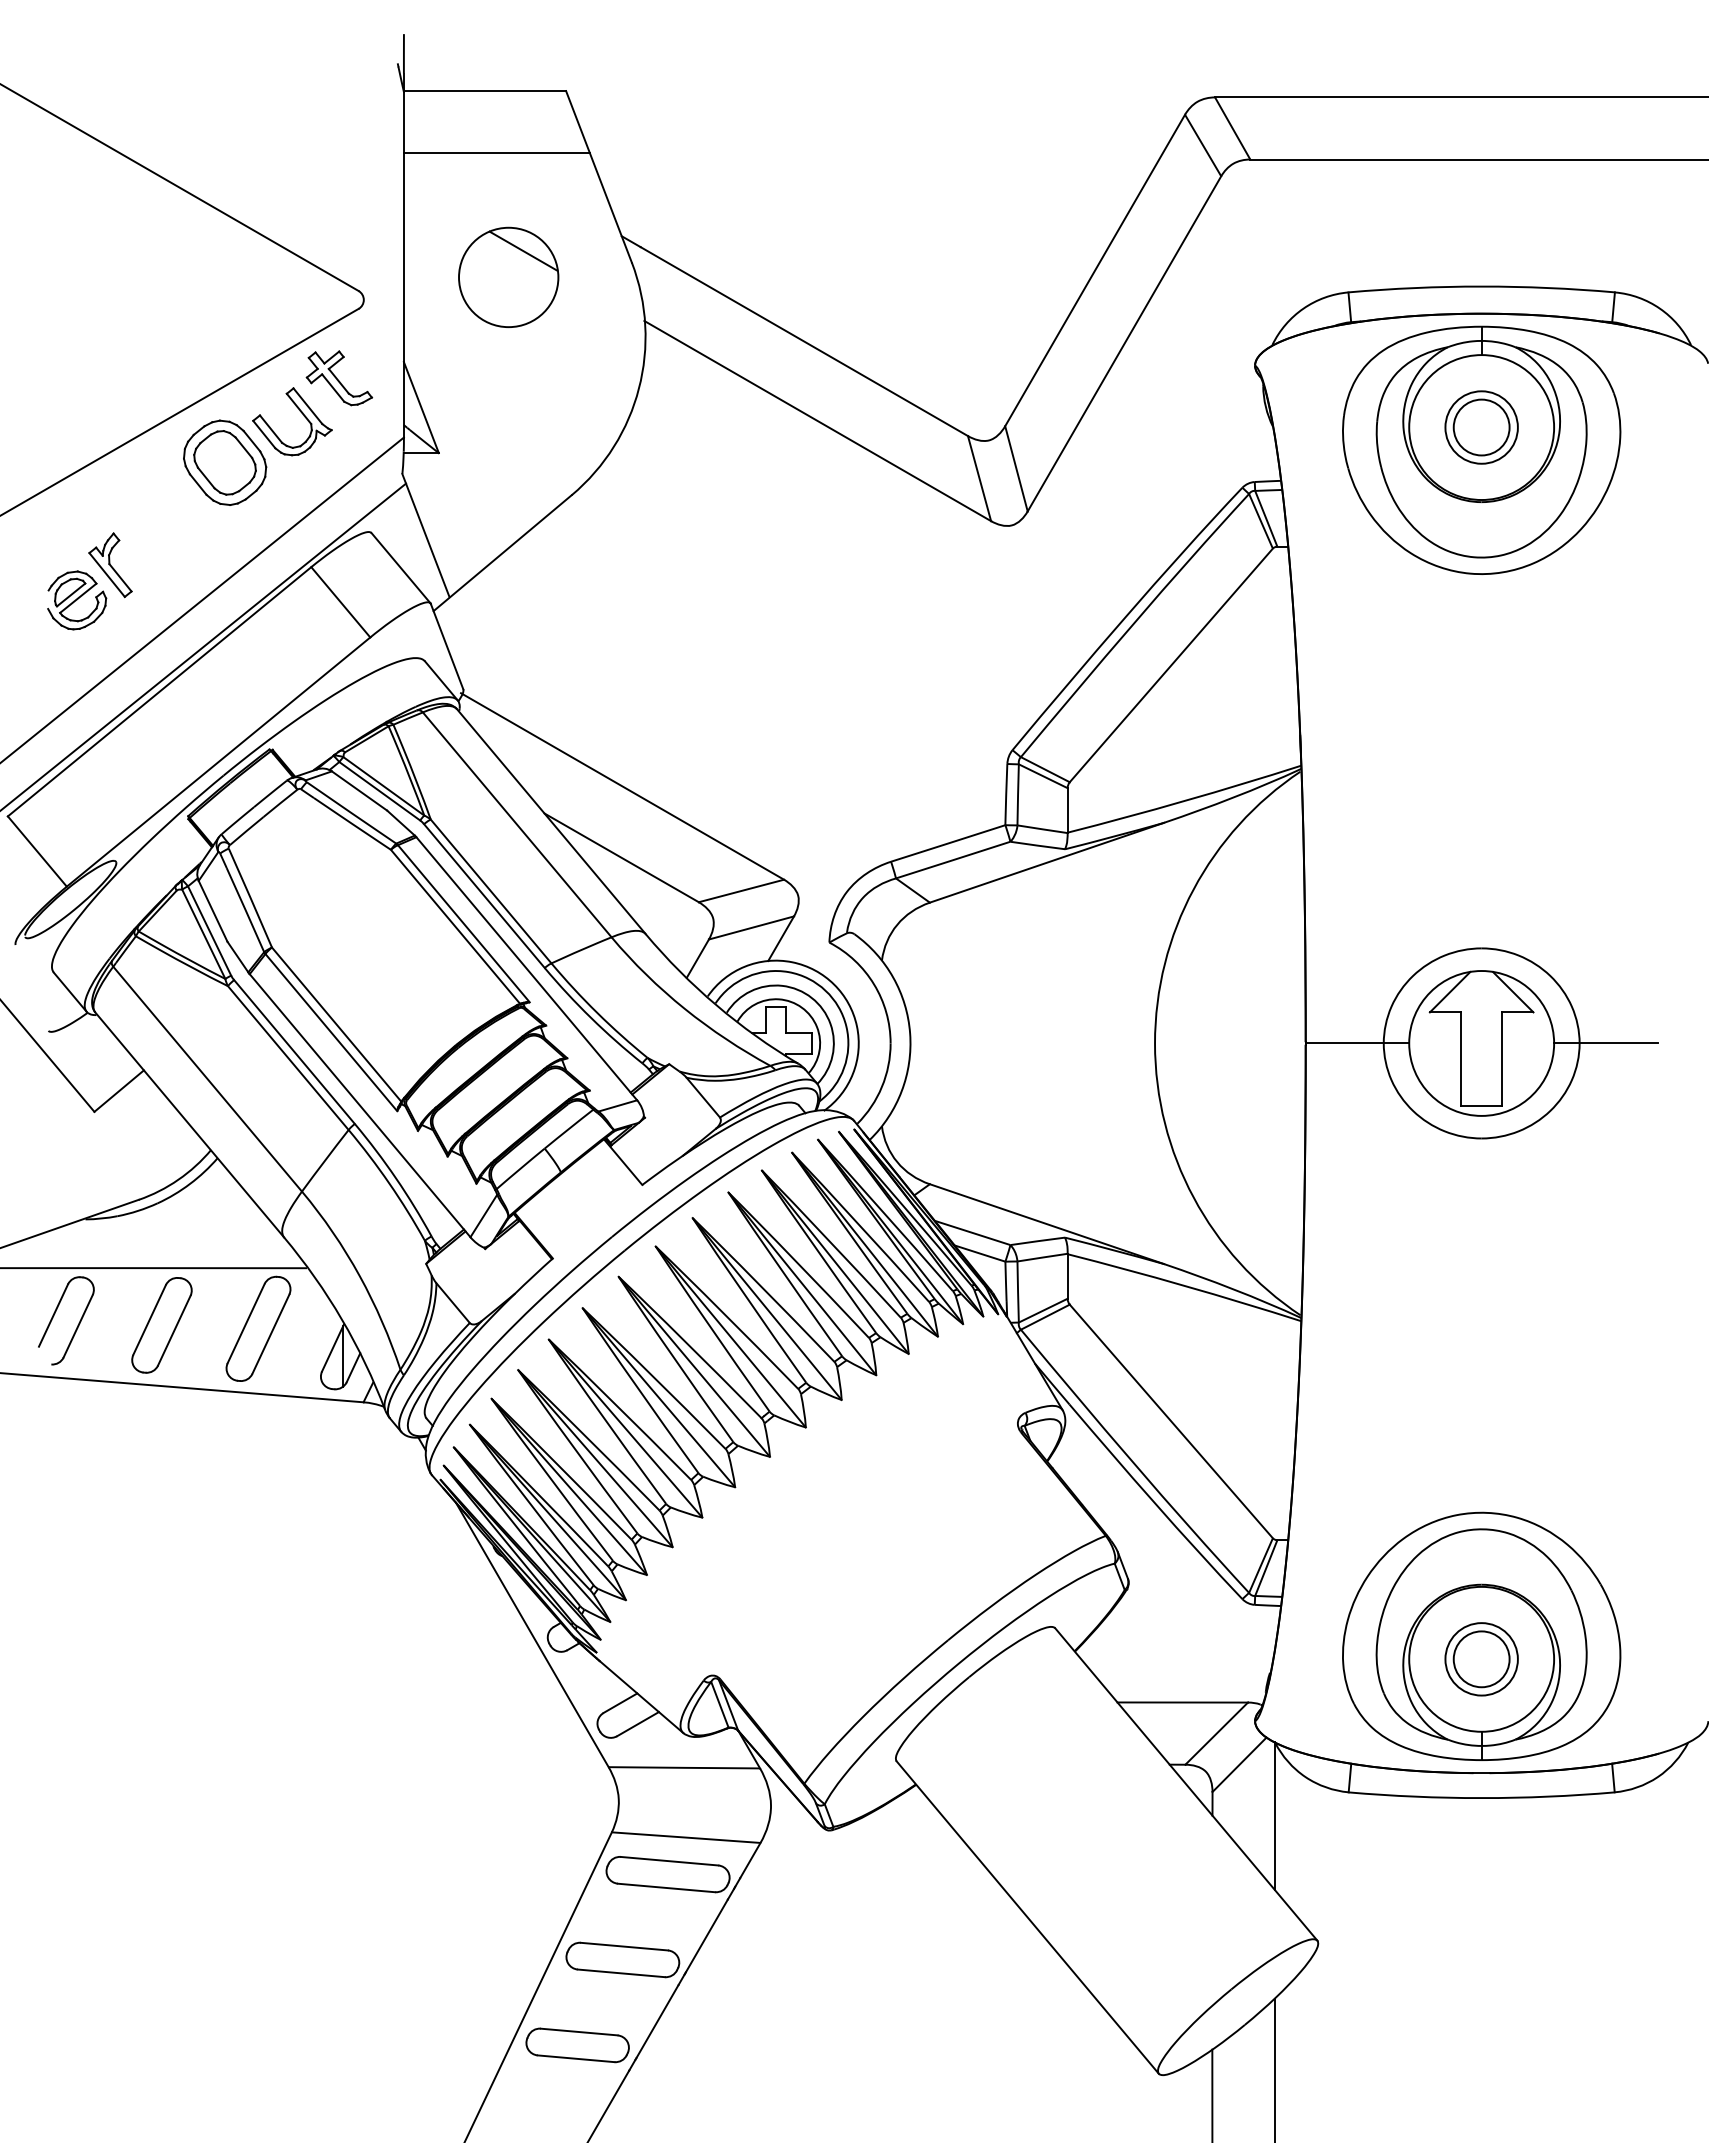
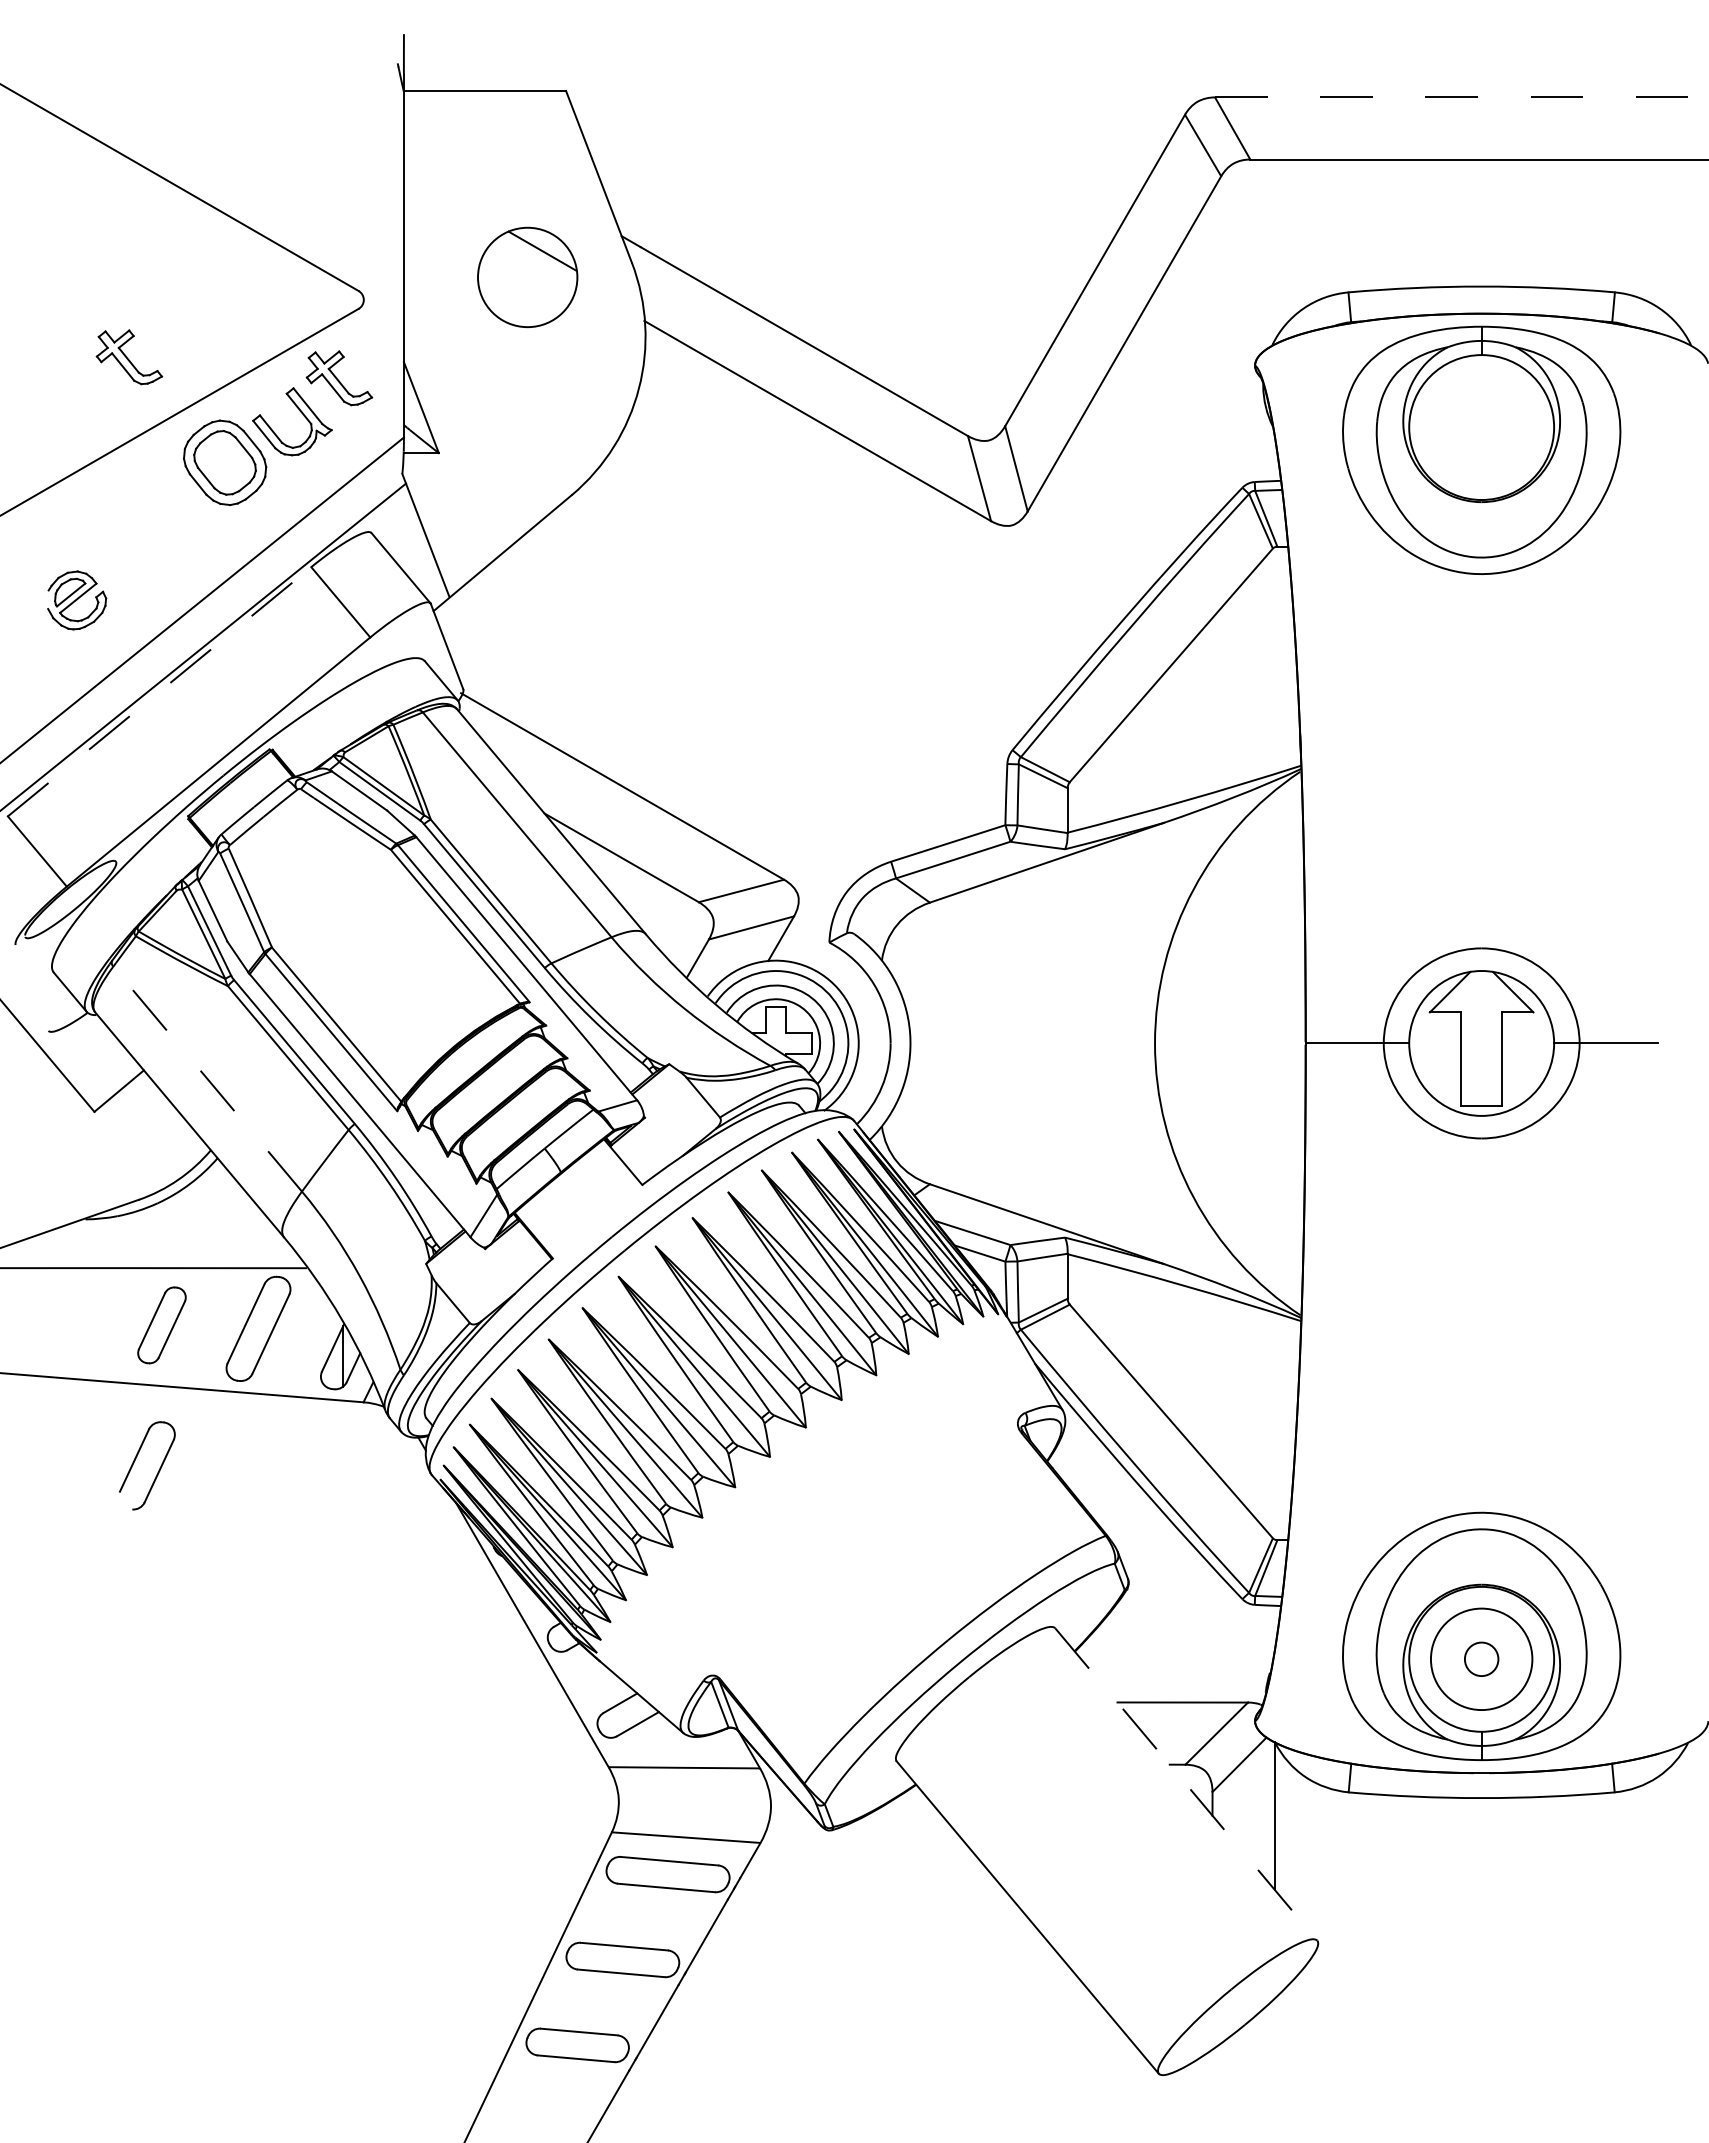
line at (1461, 97): solid -> dashed
line at (496, 153): present -> none
part at (508, 276) position: (508, 276) -> (527, 276)
part at (129, 357): none -> present
part at (1481, 427): present -> none
part at (110, 565): present -> none
line at (159, 691): solid -> dashed
line at (207, 1079): solid -> dashed
part at (77, 1325) position: (77, 1325) -> (158, 1470)
part at (161, 1325) size: 62x97 px -> 50x79 px
circle at (1481, 1659) diameter: 56 px -> 34 px
circle at (1481, 1659) diameter: 72 px -> 101 px
line at (1186, 1784): solid -> dashed
line at (1274, 2068): present -> none
line at (1212, 2094): present -> none
